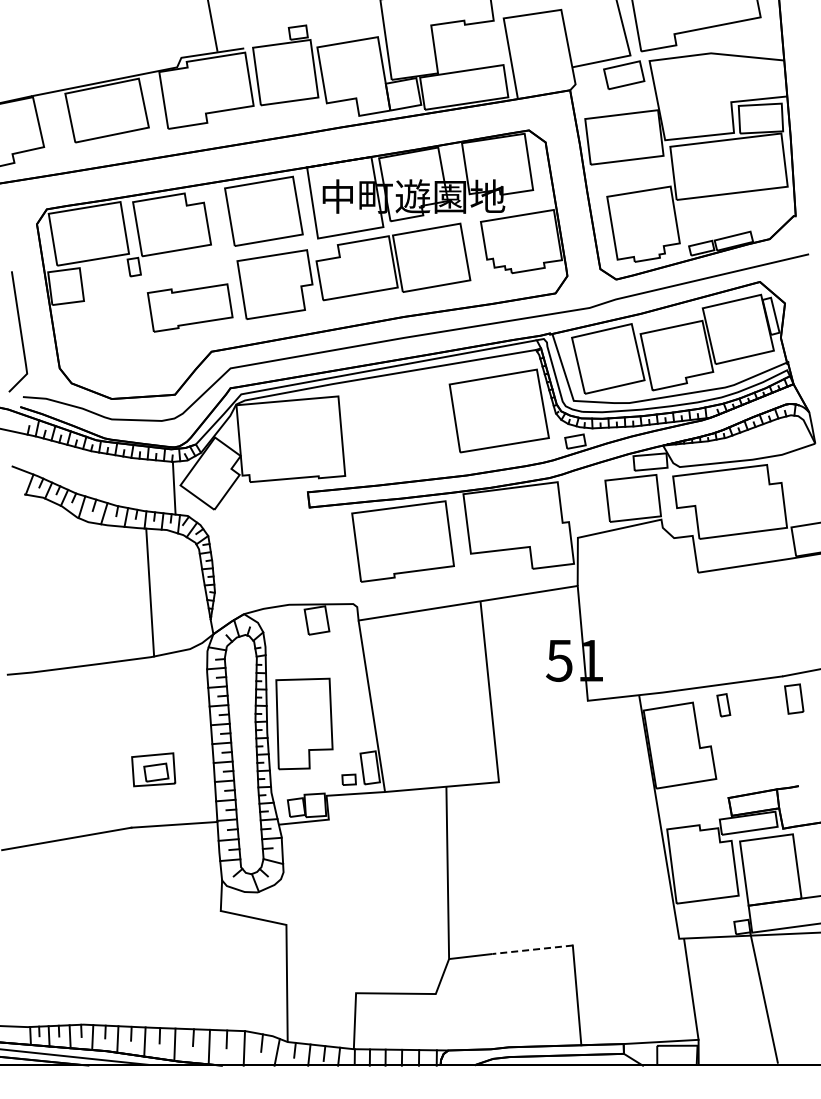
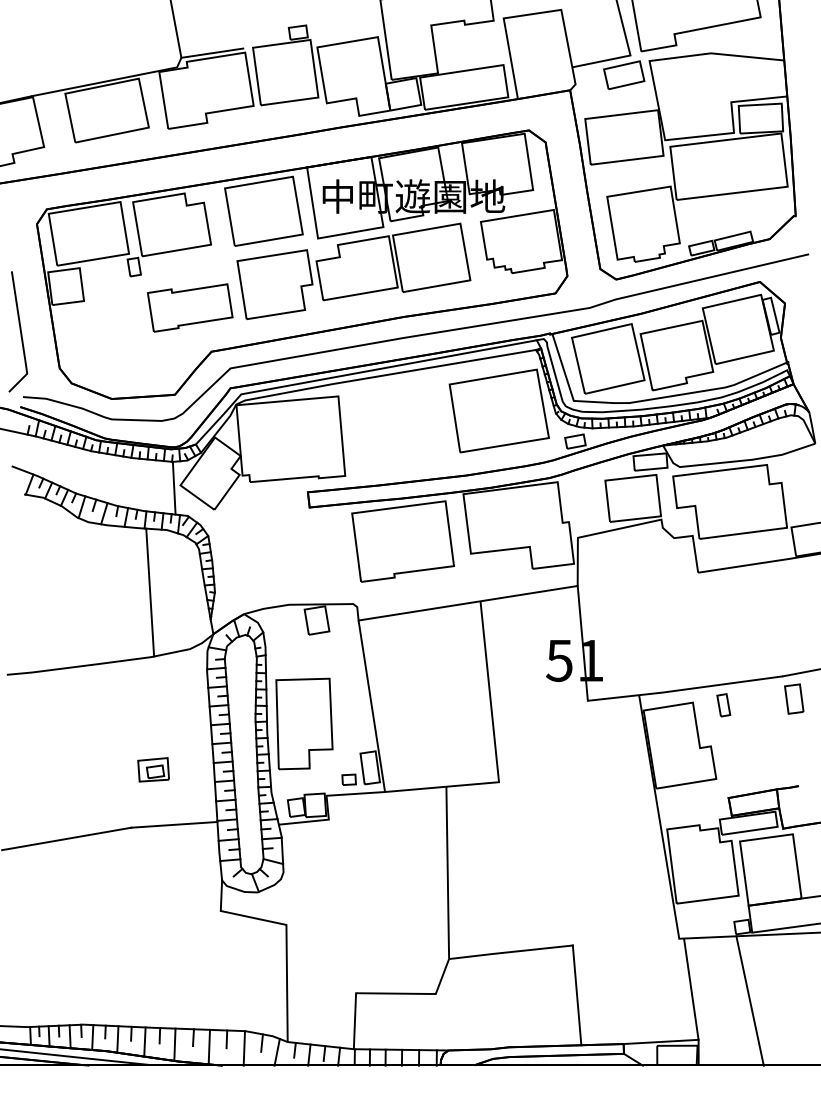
line at (212, 26) position: (212, 26) -> (176, 29)
part at (153, 769) size: 46x36 px -> 33x26 px
line at (532, 949): dashed -> solid
line at (763, 997) position: (763, 997) -> (749, 1000)
